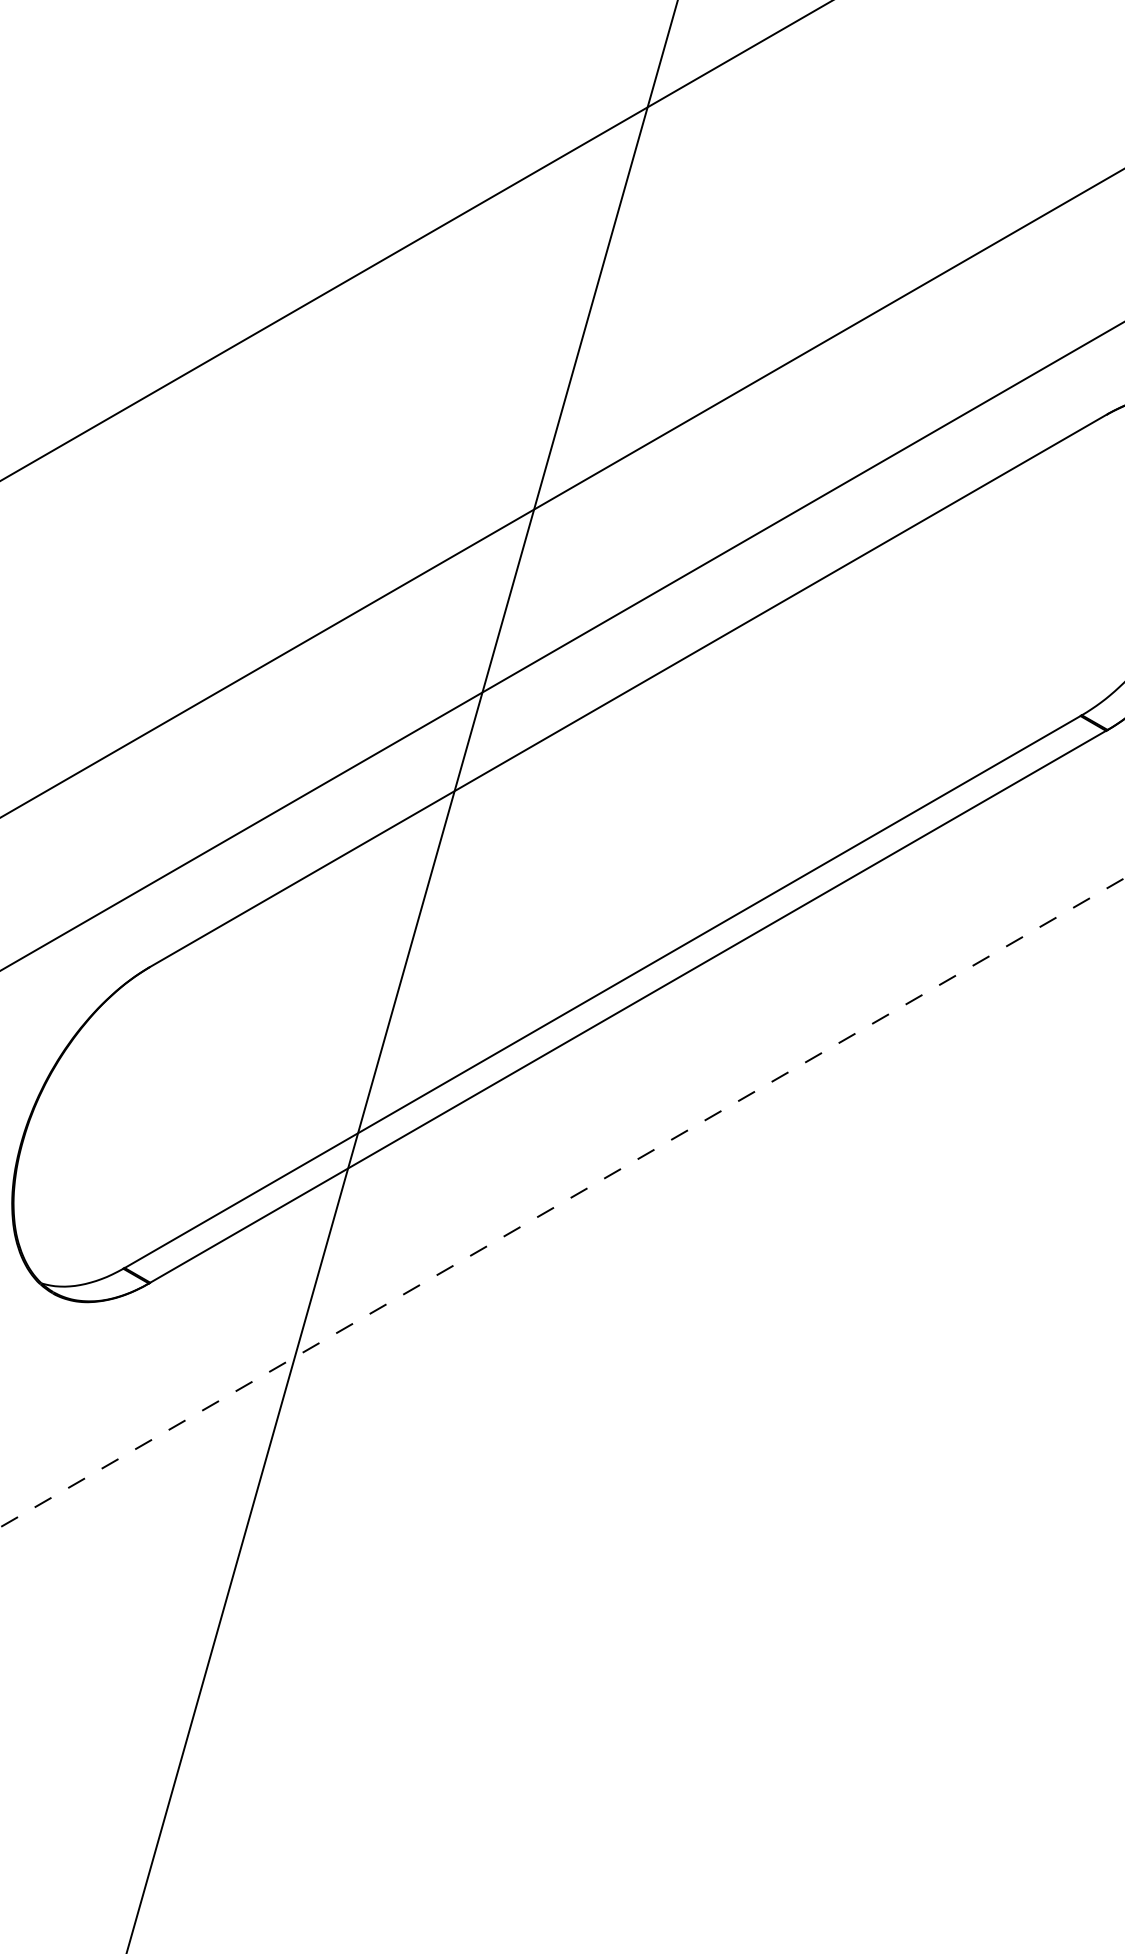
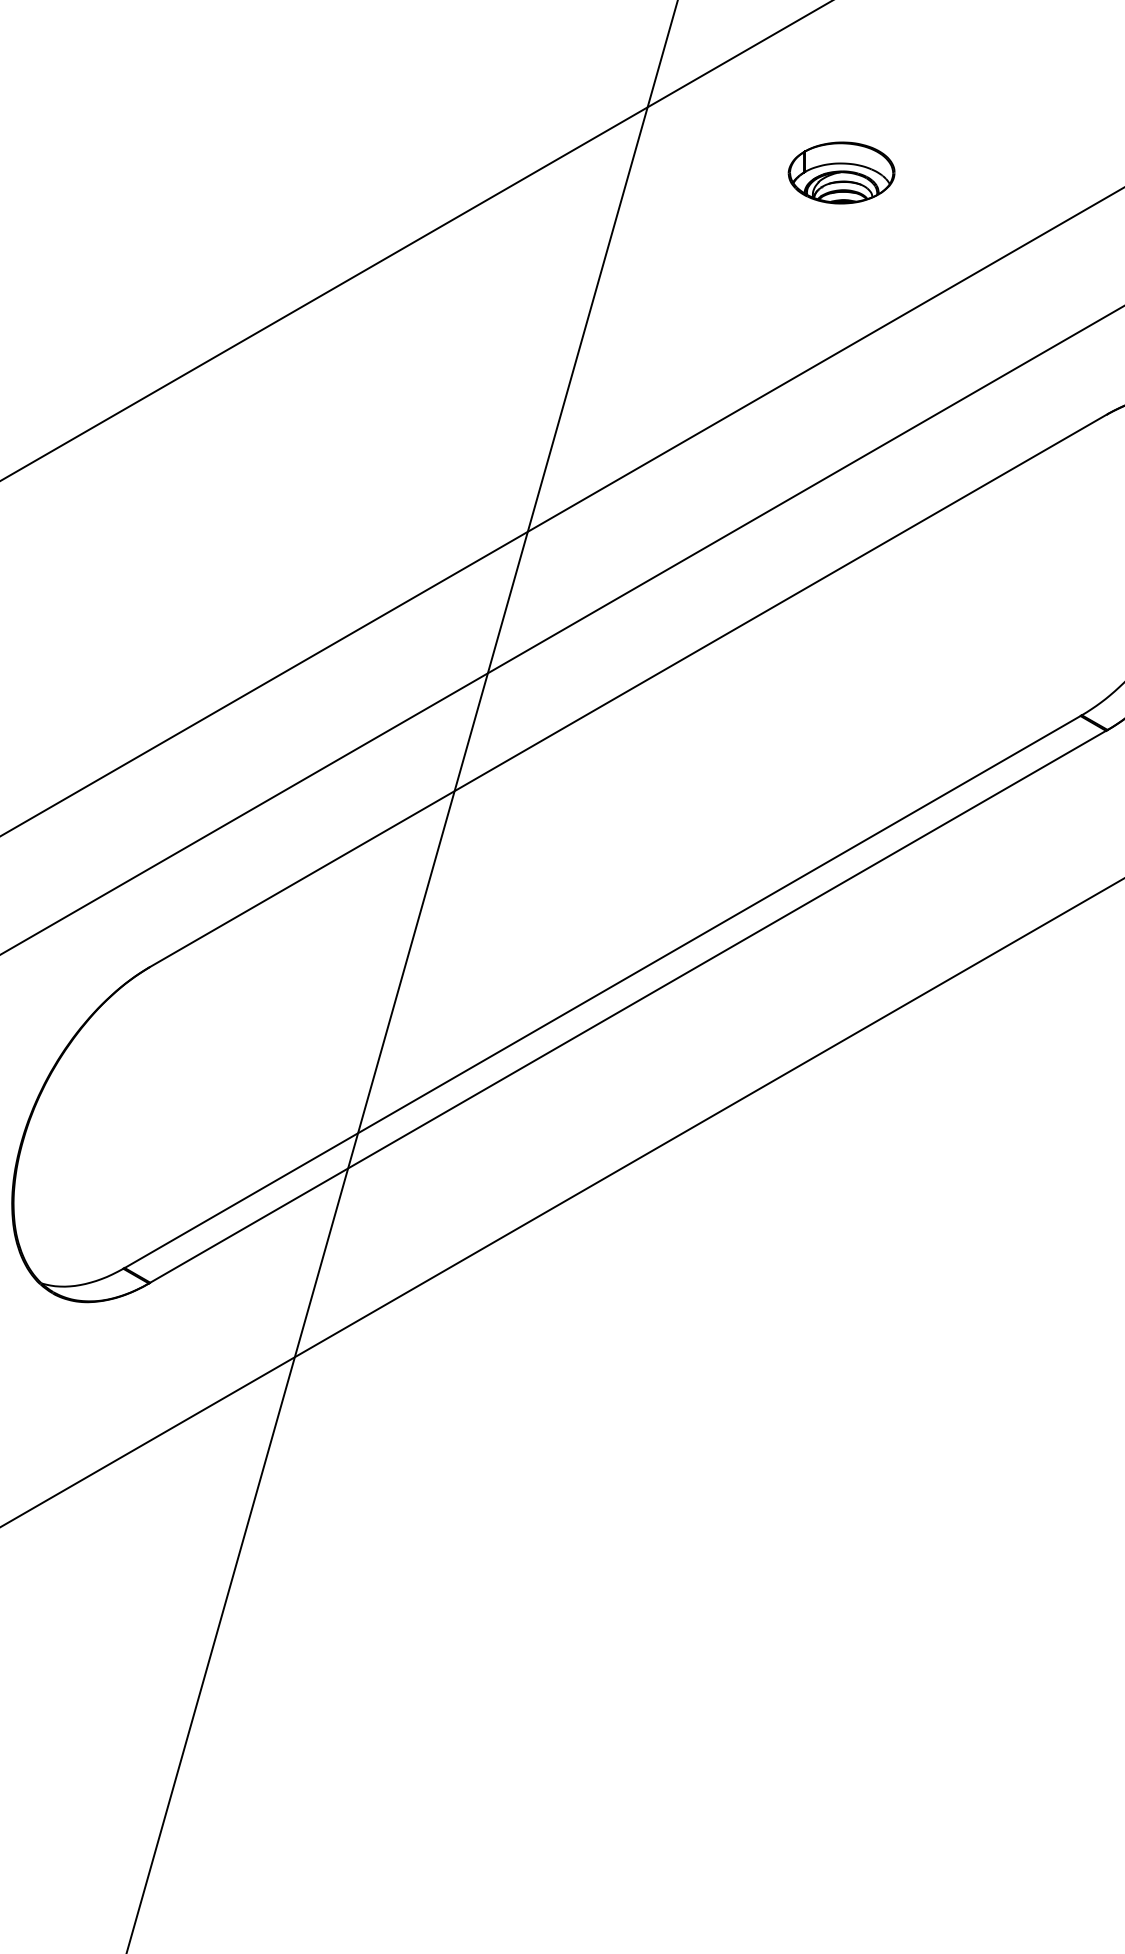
part at (841, 172): none -> present
line at (561, 493) position: (561, 493) -> (561, 511)
line at (561, 646) position: (561, 646) -> (561, 630)
line at (562, 1202): dashed -> solid
